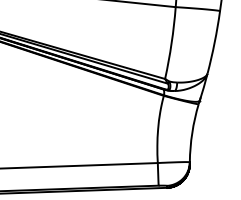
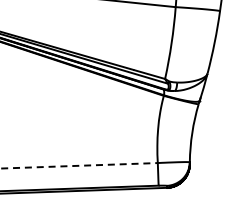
line at (79, 165): solid -> dashed
